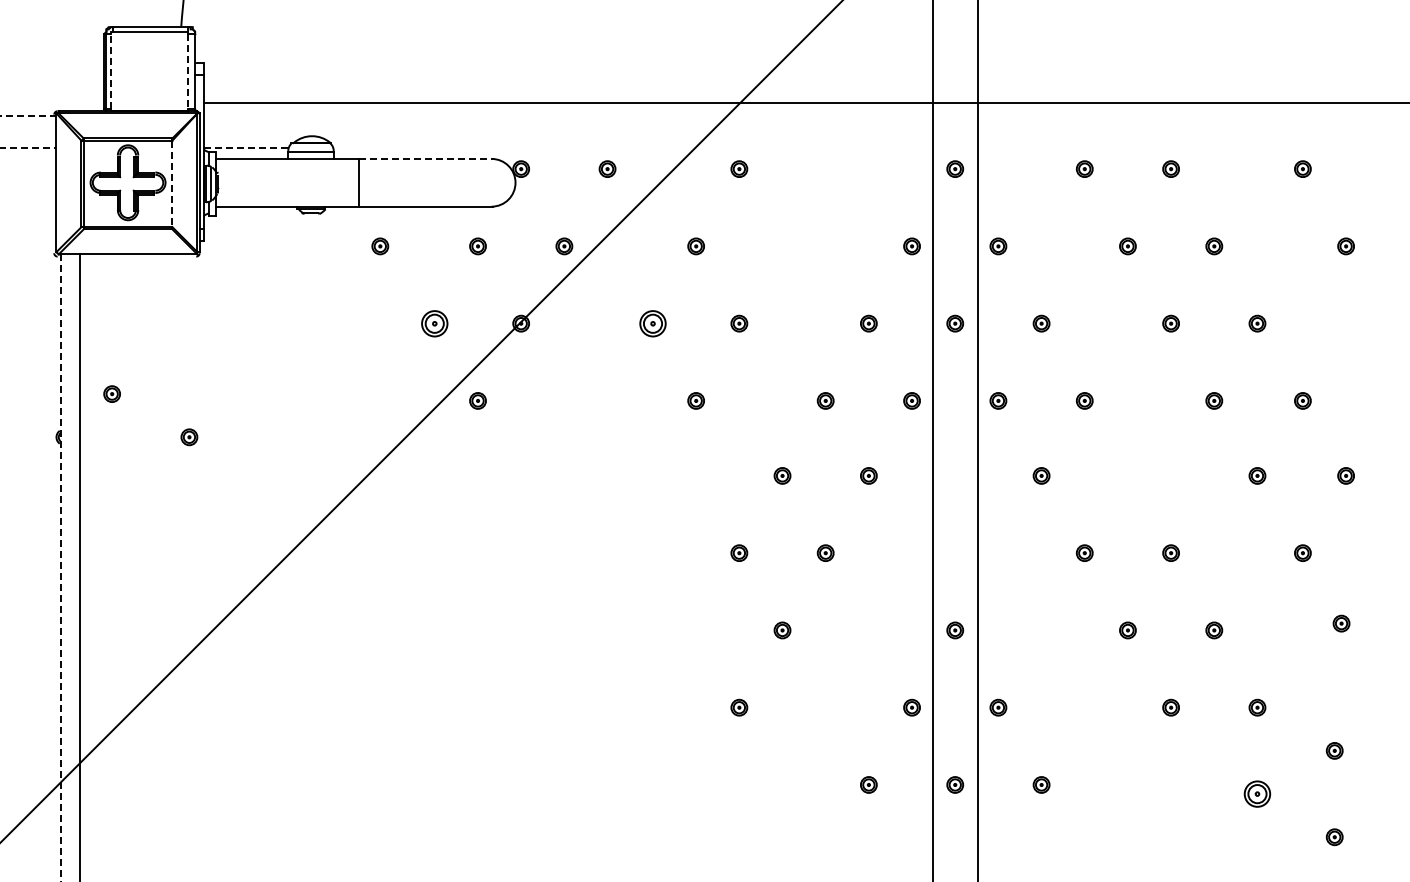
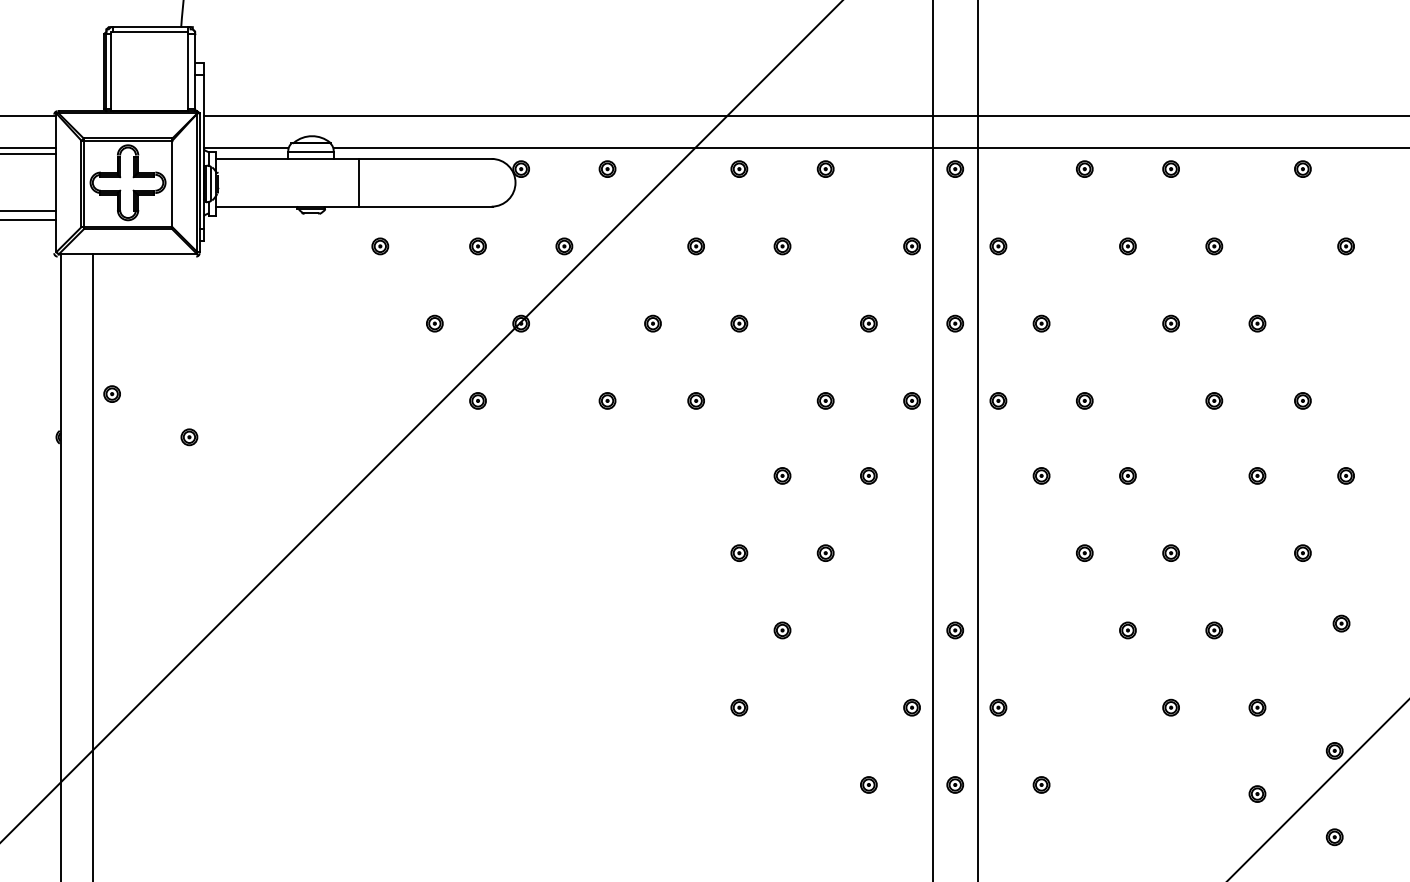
line at (111, 71): dashed -> solid
line at (188, 71): dashed -> solid
line at (805, 102) position: (805, 102) -> (805, 115)
line at (28, 115): dashed -> solid
line at (28, 147): dashed -> solid
line at (245, 147): dashed -> solid
line at (869, 147): none -> present
line at (29, 154): none -> present
line at (426, 158): dashed -> solid
part at (825, 168): none -> present
line at (172, 184): dashed -> solid
line at (29, 211): none -> present
line at (29, 220): none -> present
part at (782, 246): none -> present
part at (434, 323) size: 28x28 px -> 18x19 px
part at (652, 323) size: 28x28 px -> 18x19 px
part at (607, 400): none -> present
part at (1127, 475): none -> present
line at (79, 566) position: (79, 566) -> (92, 566)
line at (61, 567): dashed -> solid
line at (1317, 790): none -> present
part at (1257, 793) size: 29x28 px -> 19x18 px
